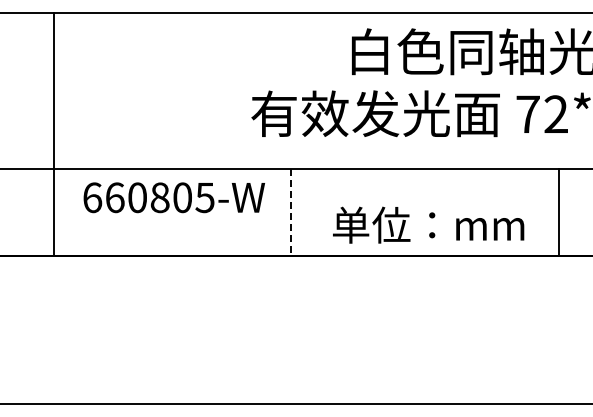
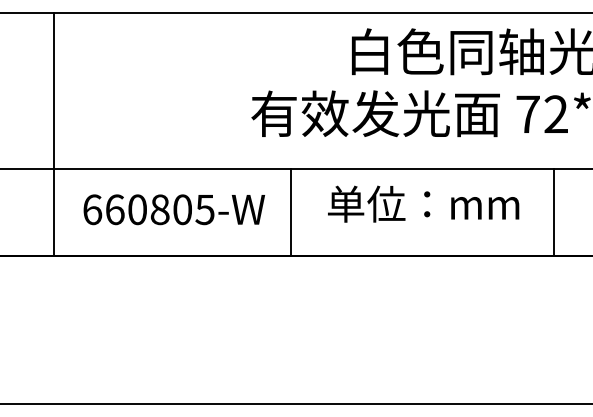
text at (173, 197) position: (173, 197) -> (173, 209)
line at (558, 211) position: (558, 211) -> (553, 211)
line at (291, 212): dashed -> solid
text at (428, 224) position: (428, 224) -> (423, 203)
